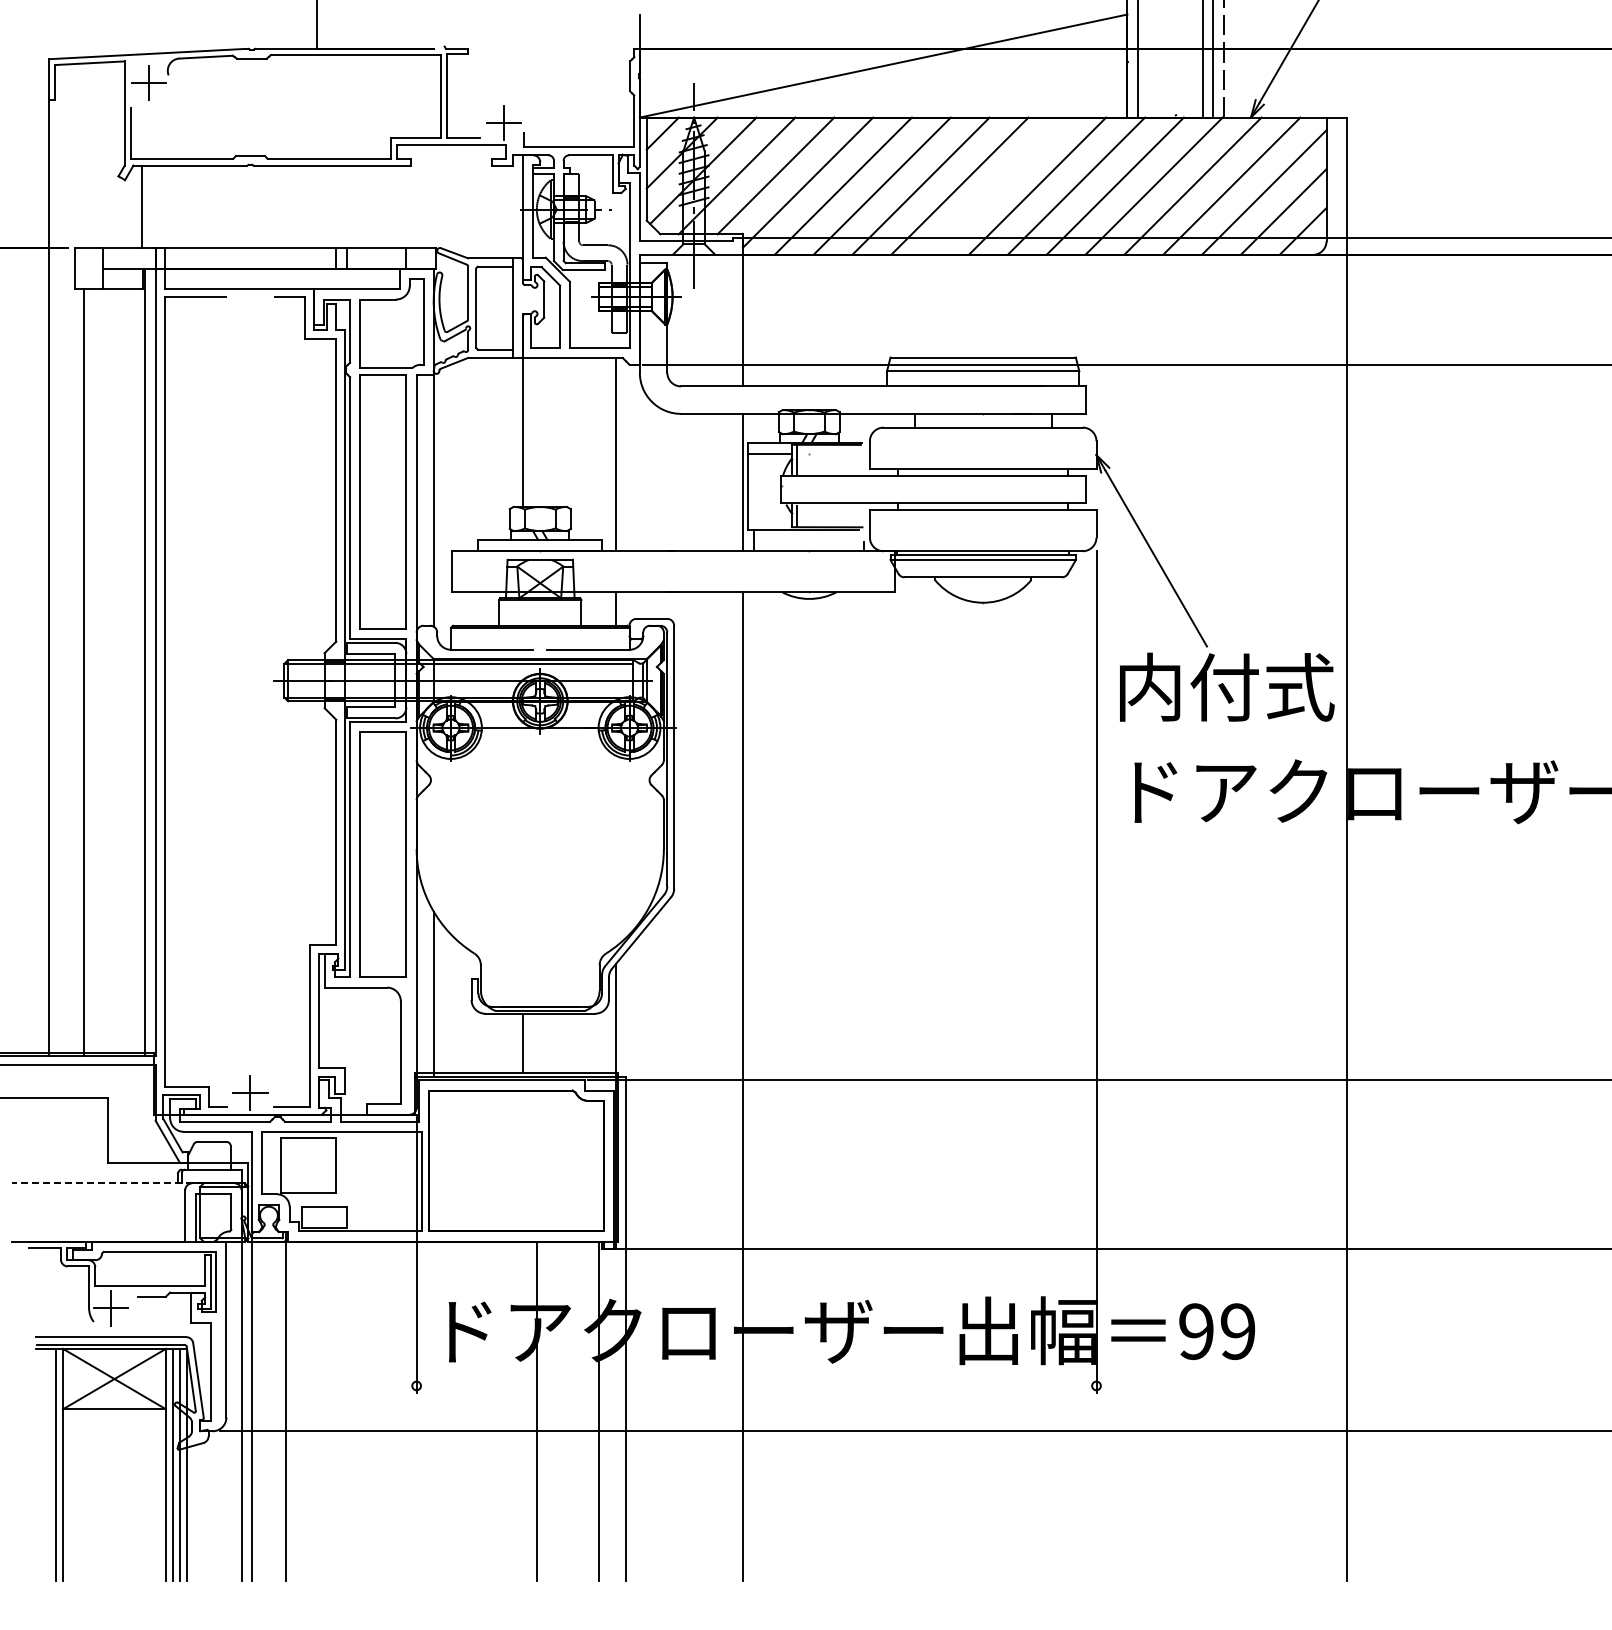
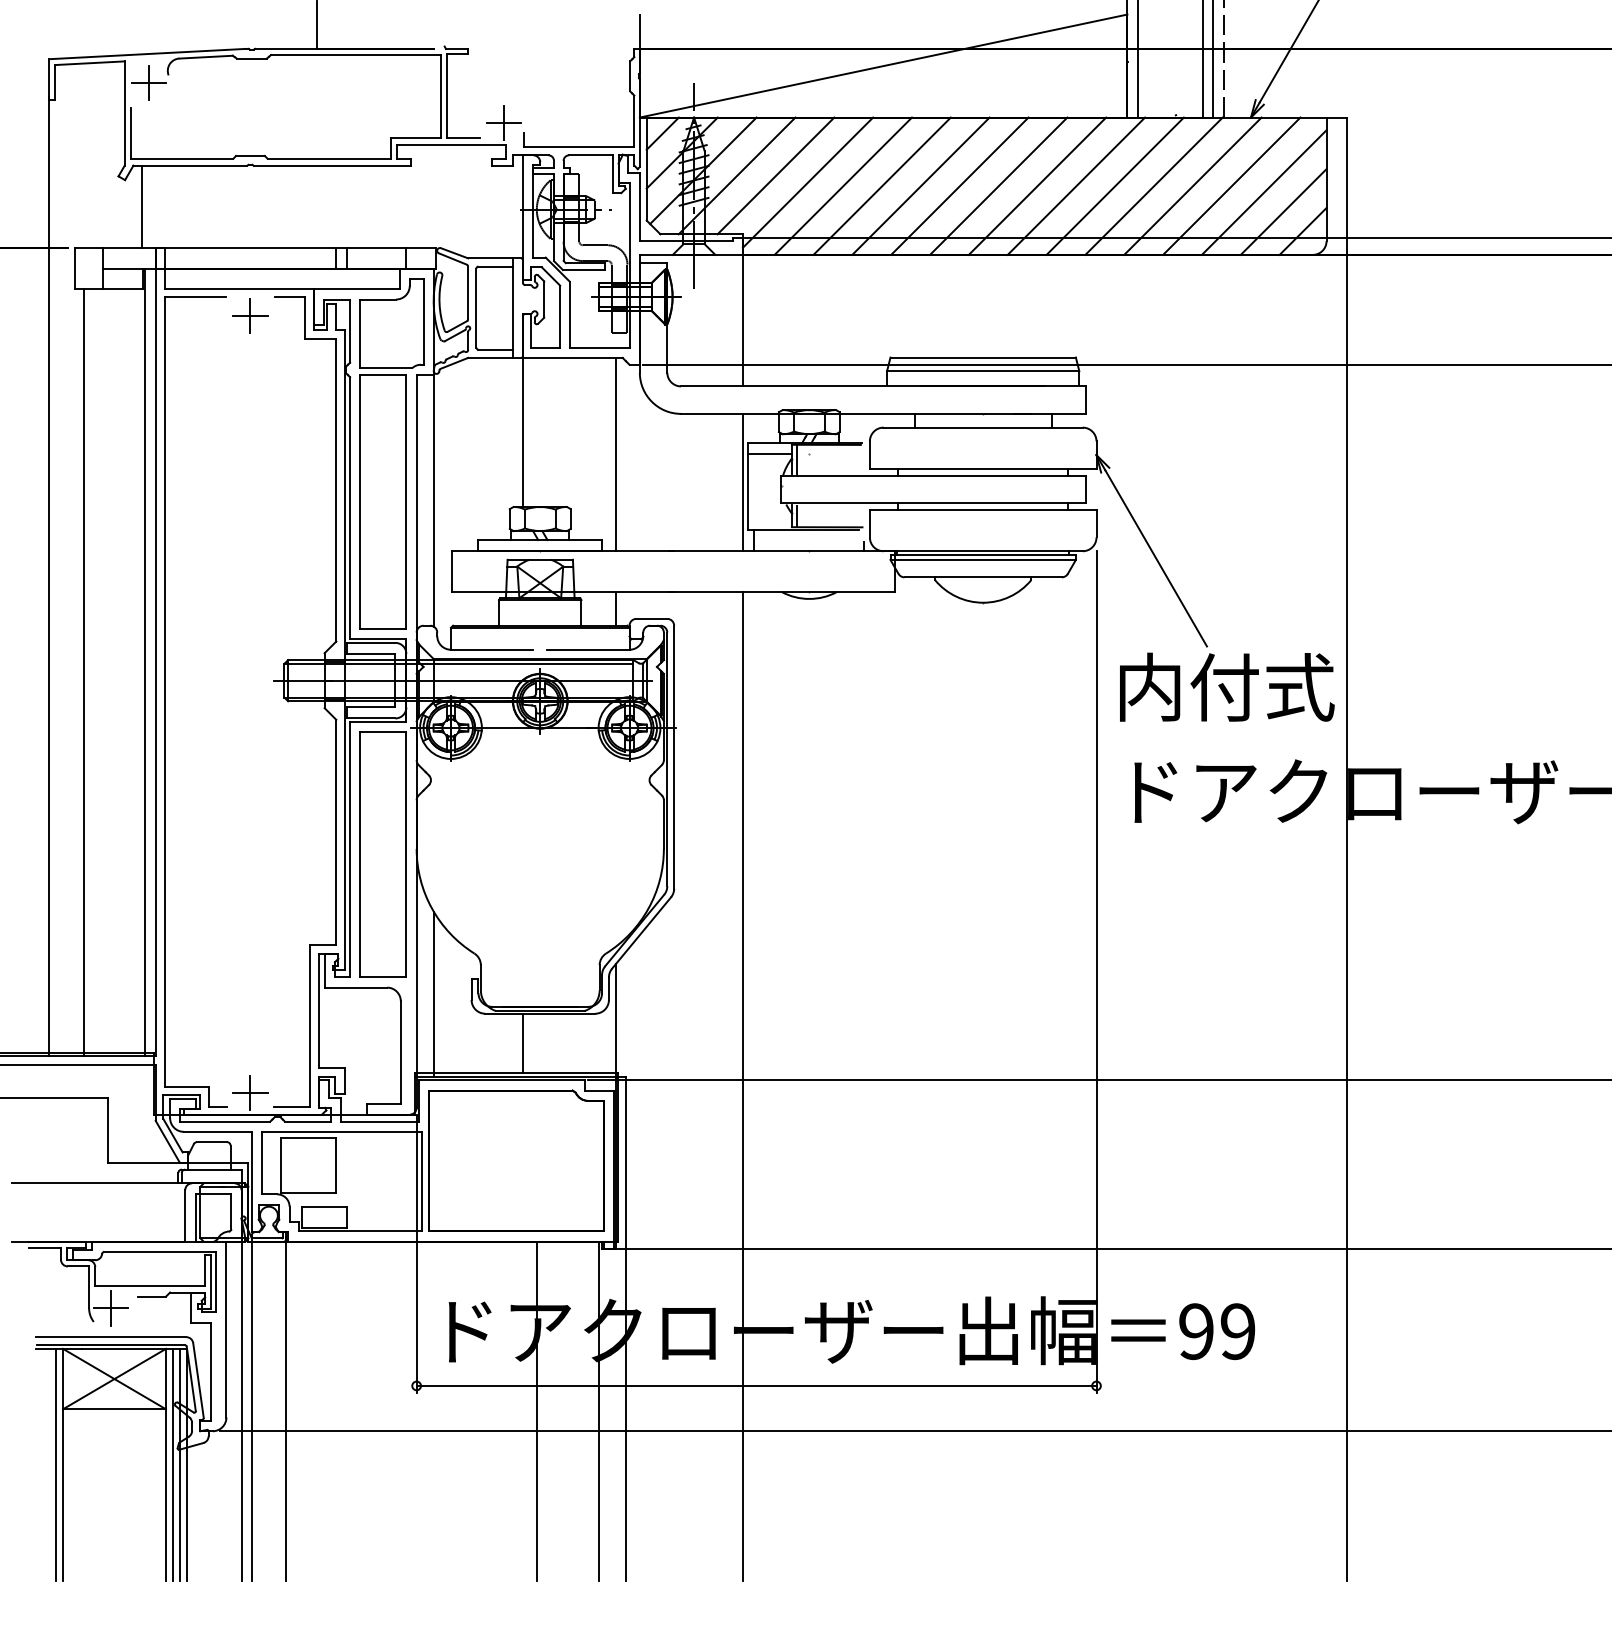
line at (998, 185): none -> present
part at (250, 315): none -> present
line at (107, 1183): dashed -> solid
line at (756, 1385): none -> present
